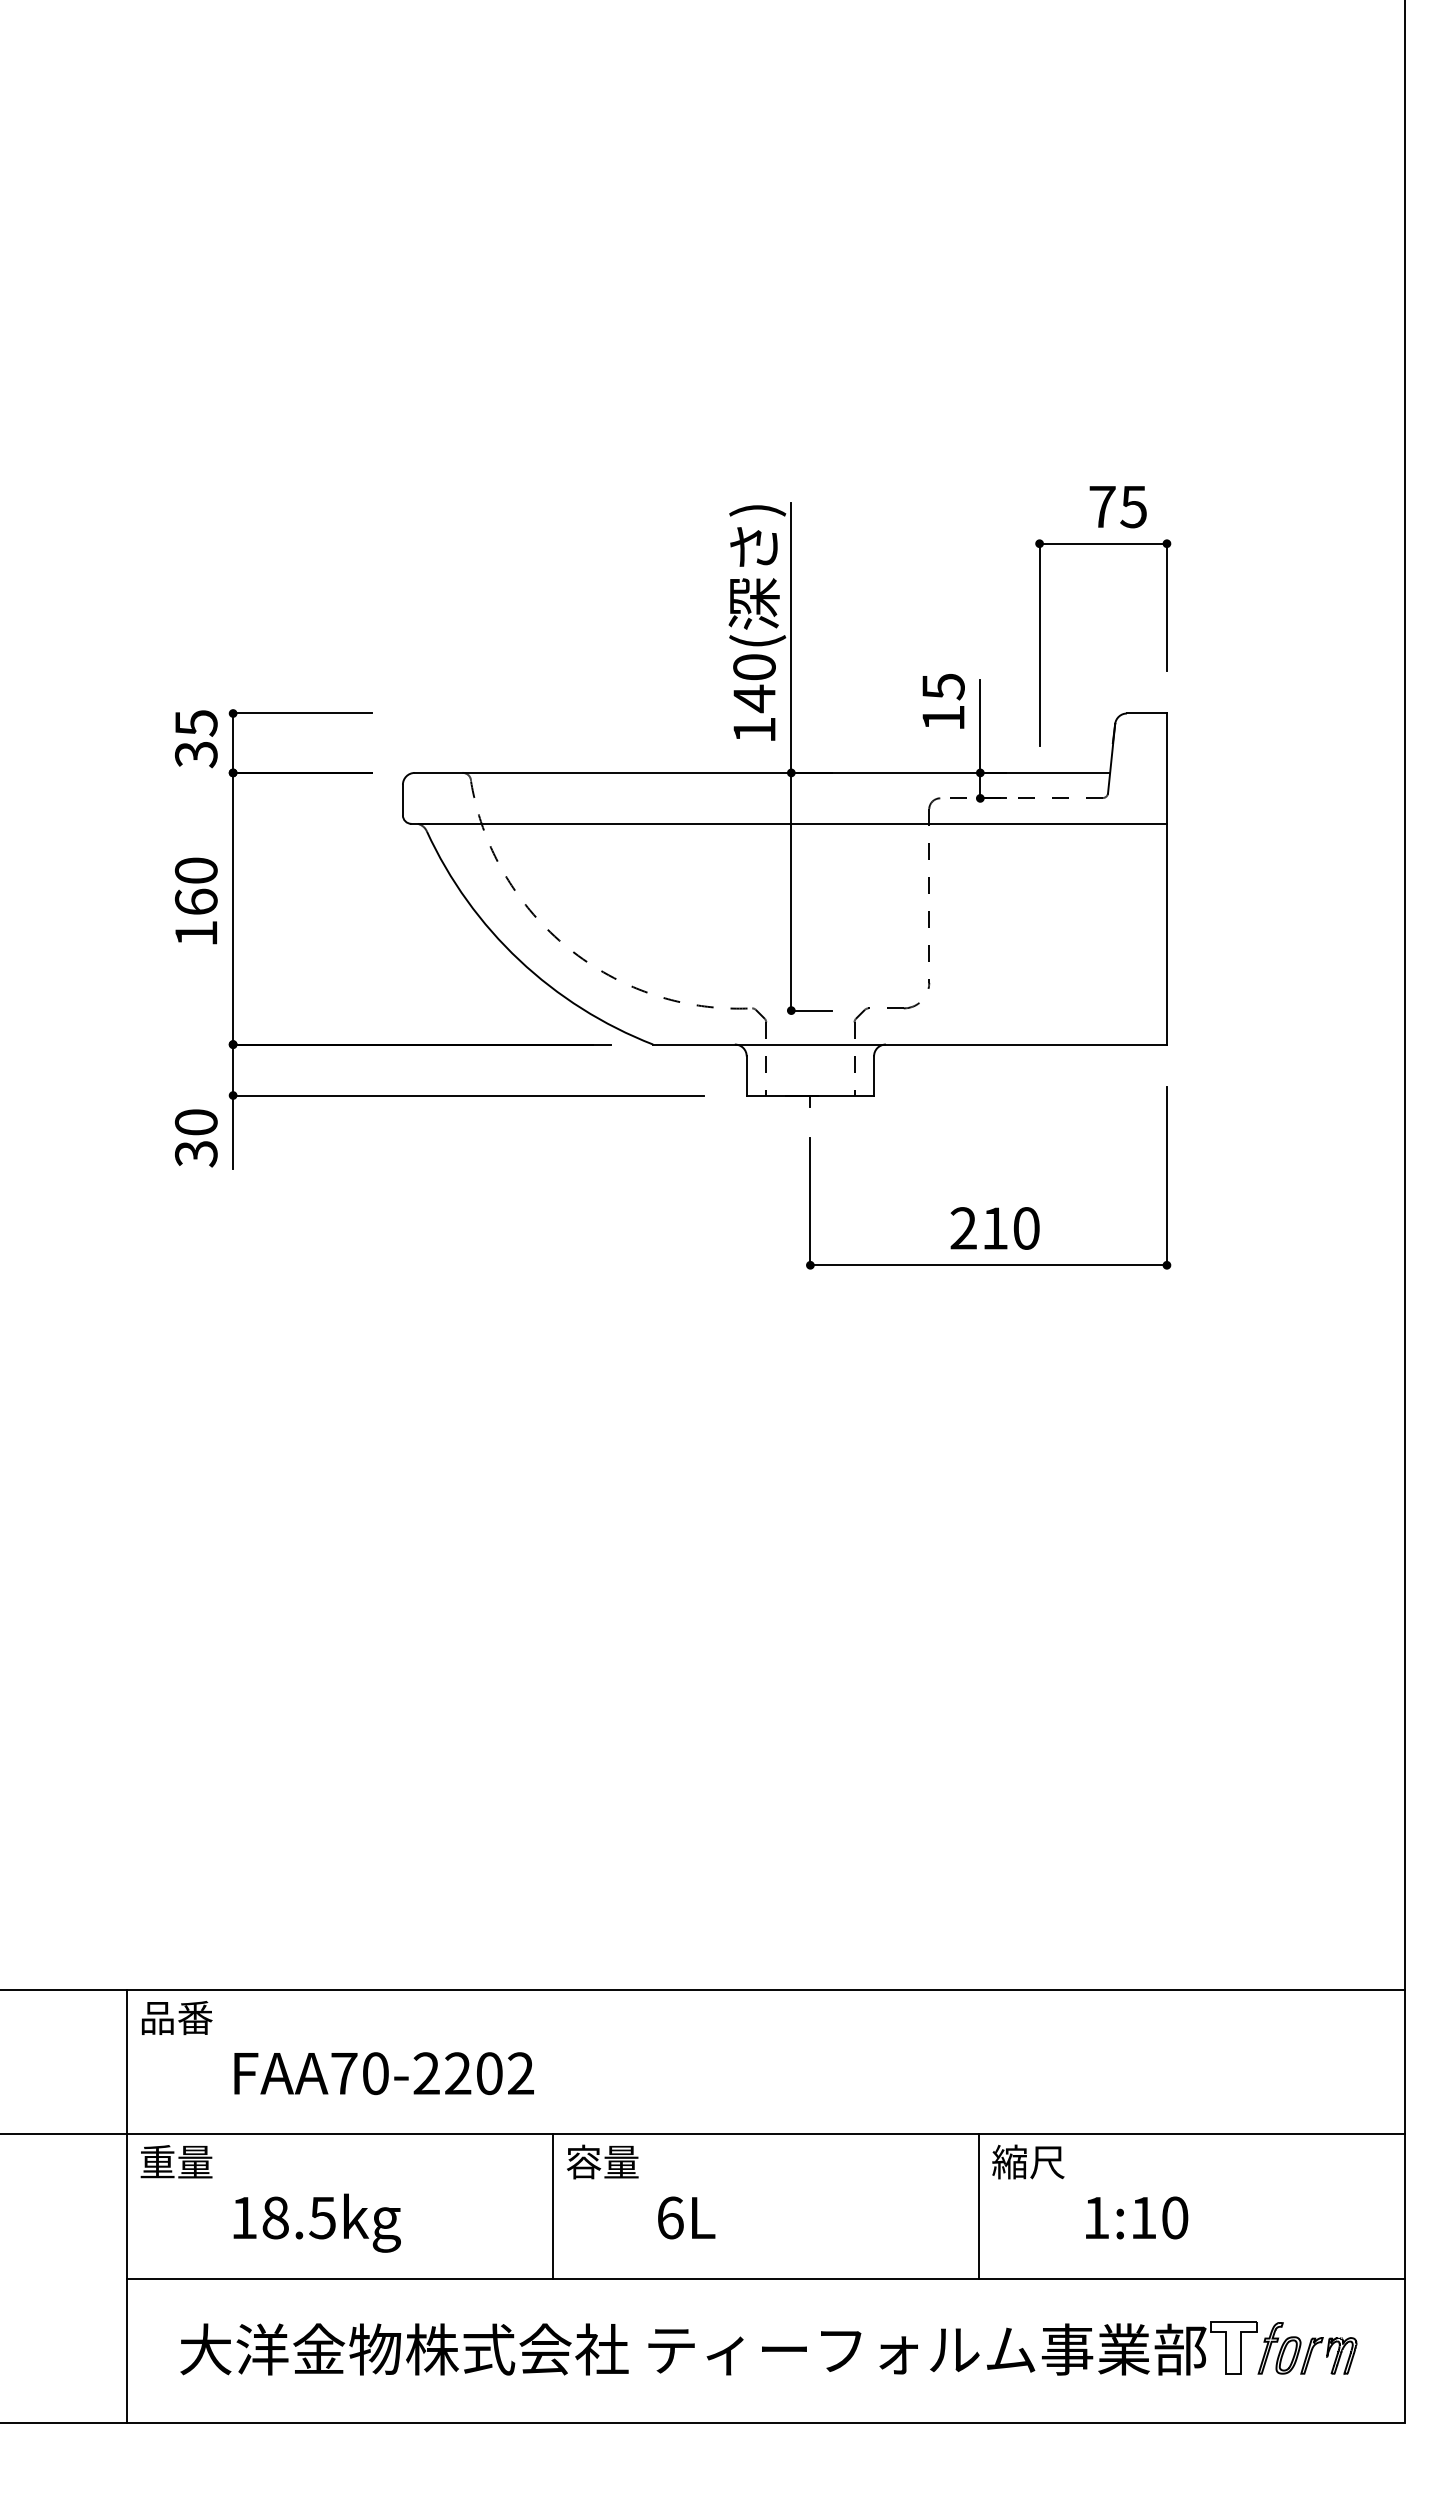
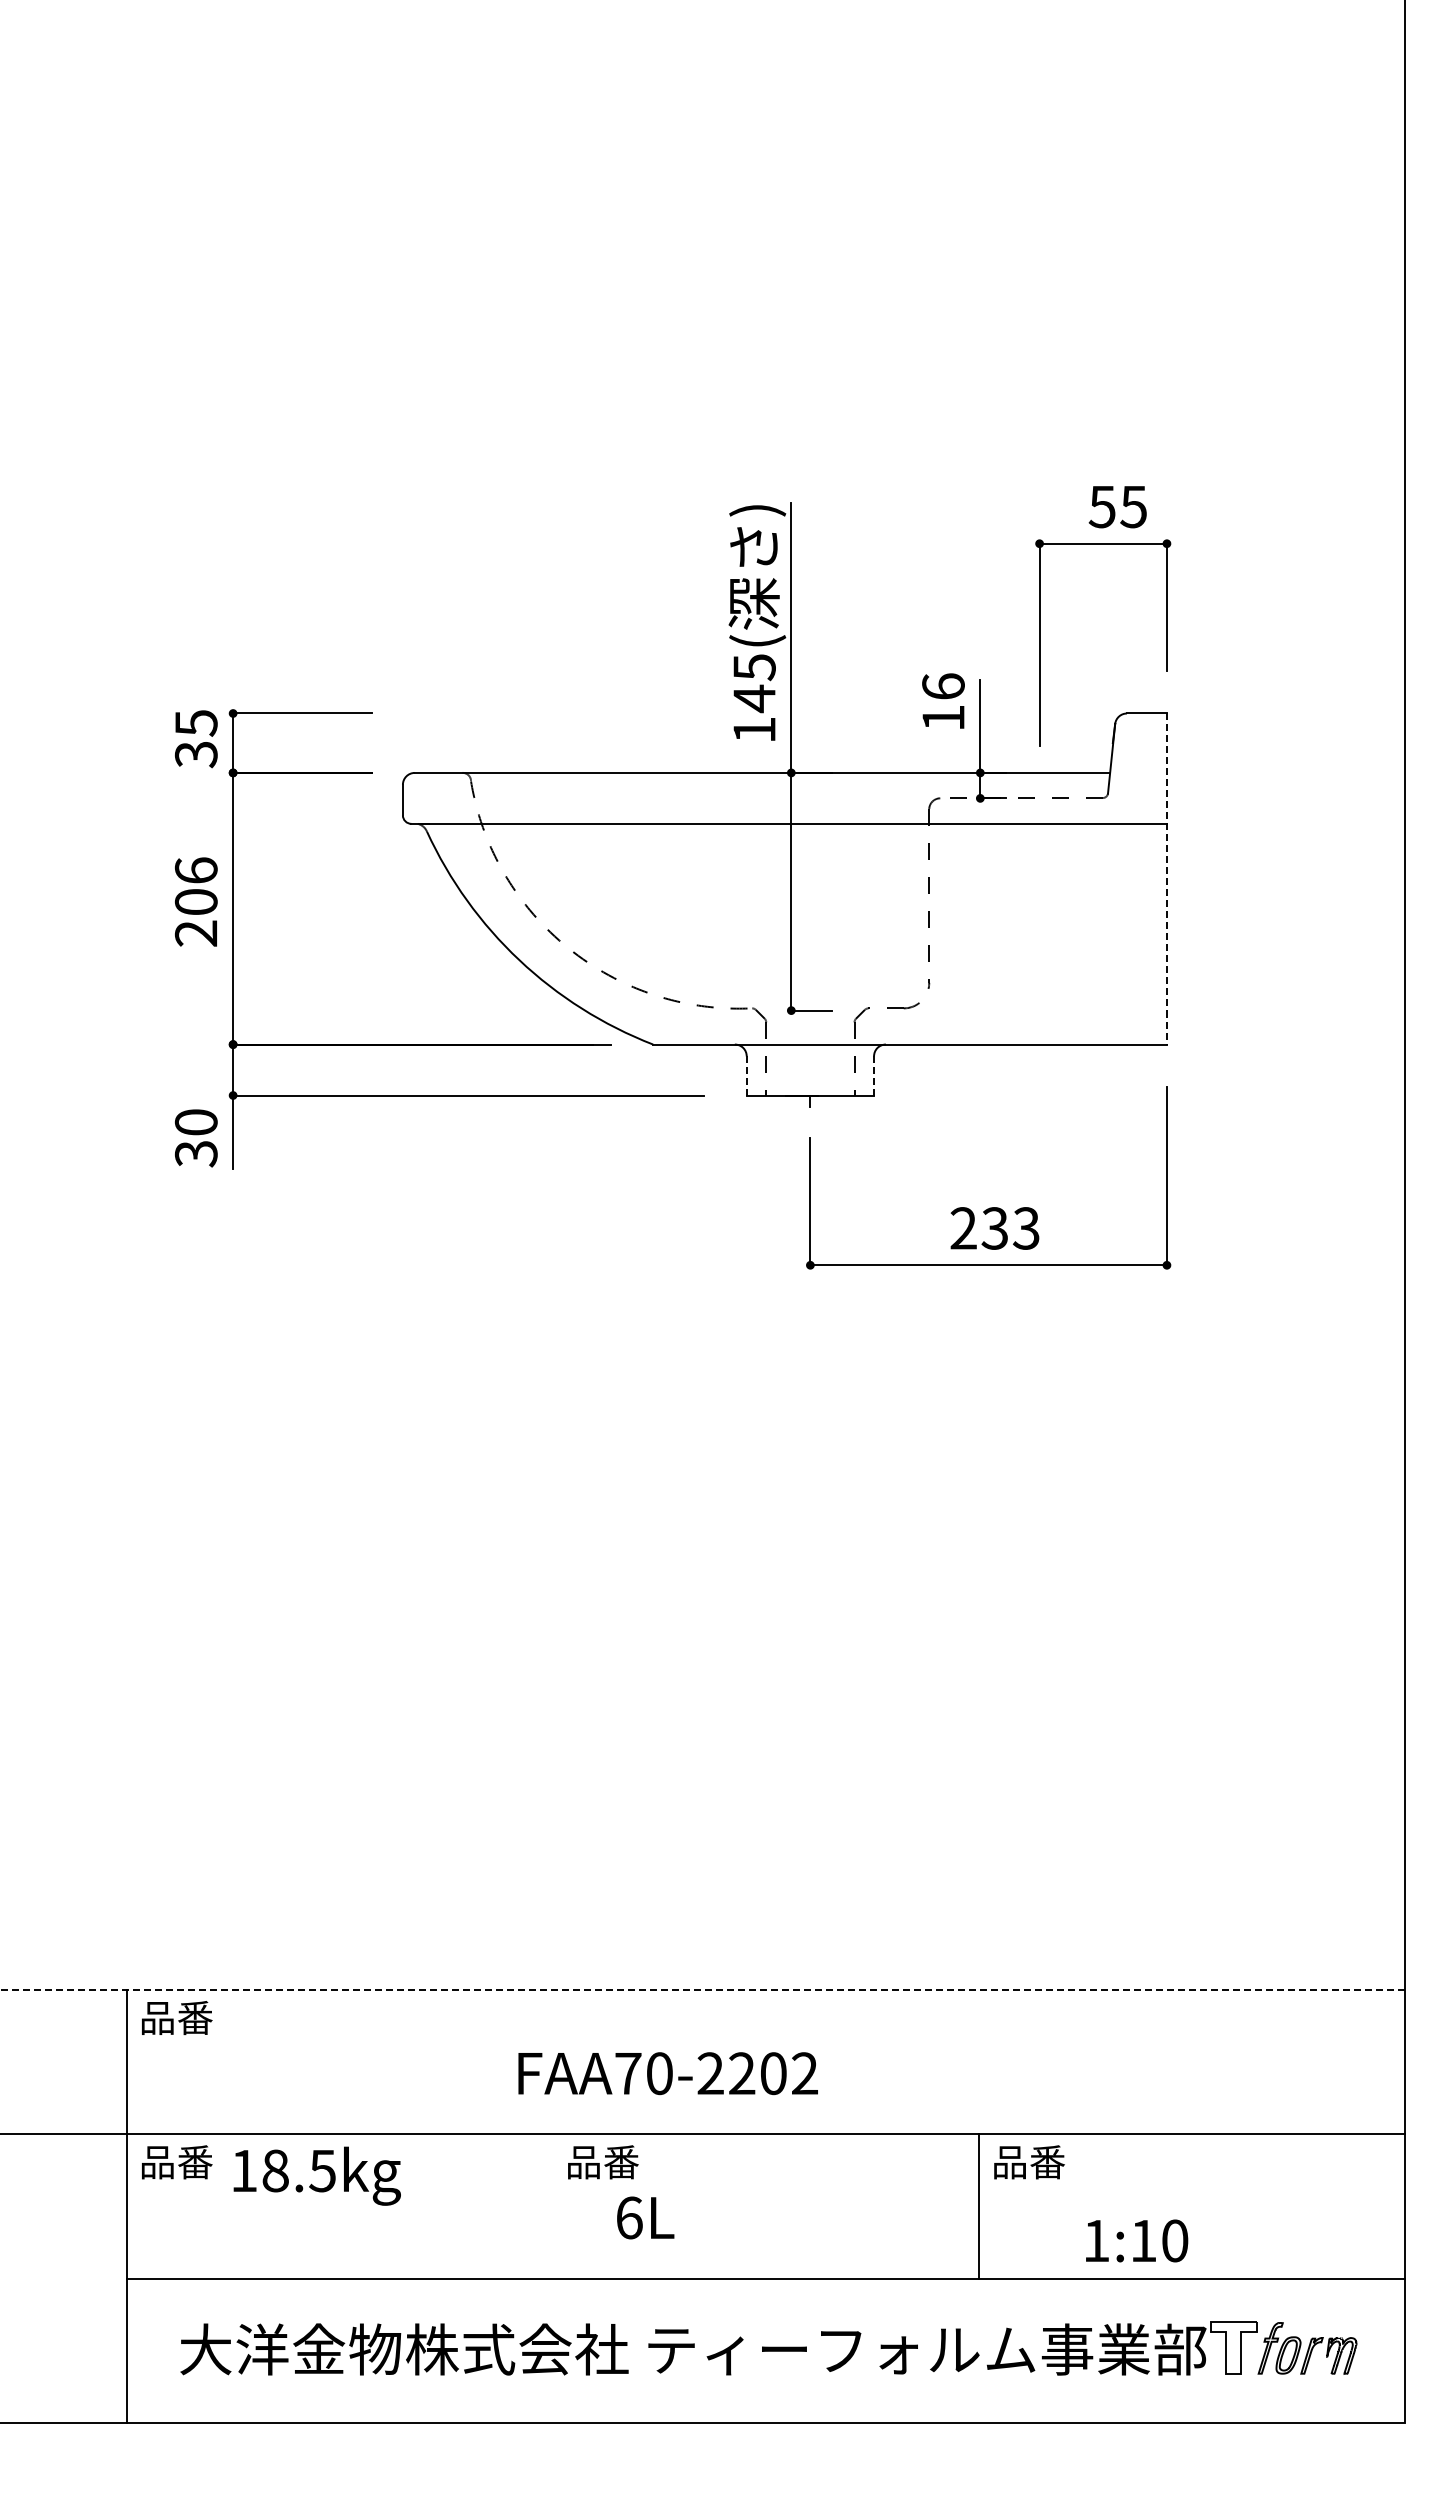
text at (1101, 507): 75 -> 55
text at (754, 667): 140( -> 145(
text at (943, 686): 15 -> 16
line at (1166, 879): solid -> dashed
text at (195, 901): 160 -> 206
line at (746, 1075): solid -> dashed
line at (874, 1075): solid -> dashed
text at (1010, 1228): 210 -> 233
line at (702, 1990): solid -> dashed
text at (383, 2073) position: (383, 2073) -> (667, 2073)
text at (602, 2161): 容量 -> 品番
text at (1028, 2161): 縮尺 -> 品番
text at (176, 2162): 重量 -> 品番
line at (553, 2206): present -> none
text at (686, 2217) position: (686, 2217) -> (645, 2217)
text at (1137, 2217) position: (1137, 2217) -> (1137, 2240)
text at (316, 2222) position: (316, 2222) -> (316, 2175)
